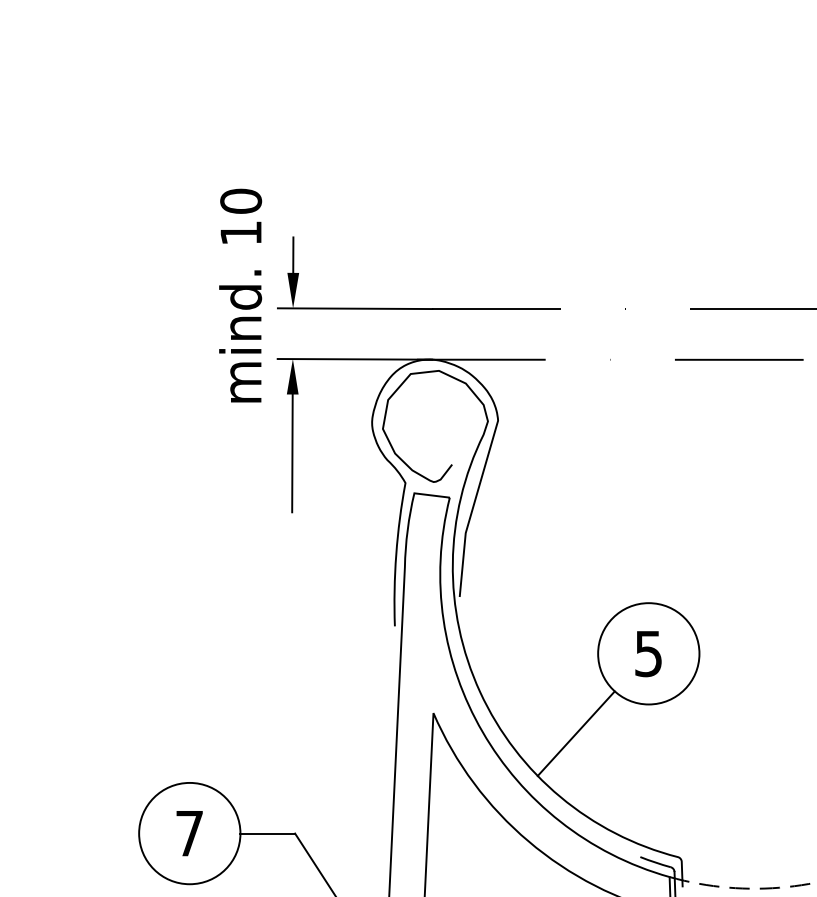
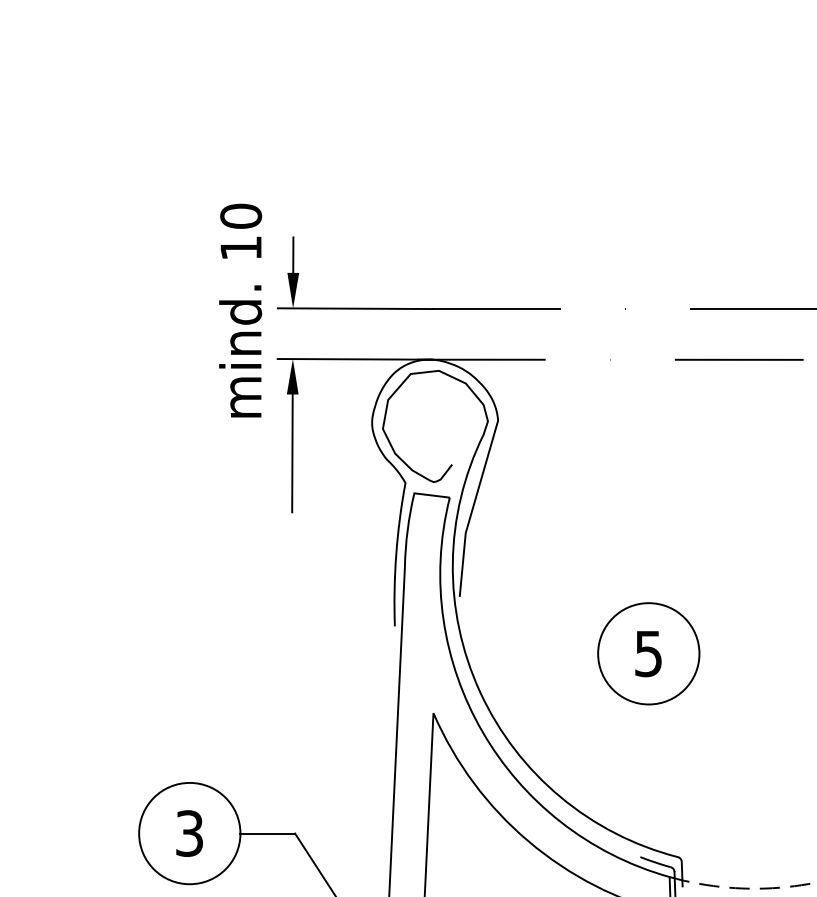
text at (240, 295) position: (240, 295) -> (240, 310)
line at (575, 733): present -> none
text at (189, 833): 7 -> 3
